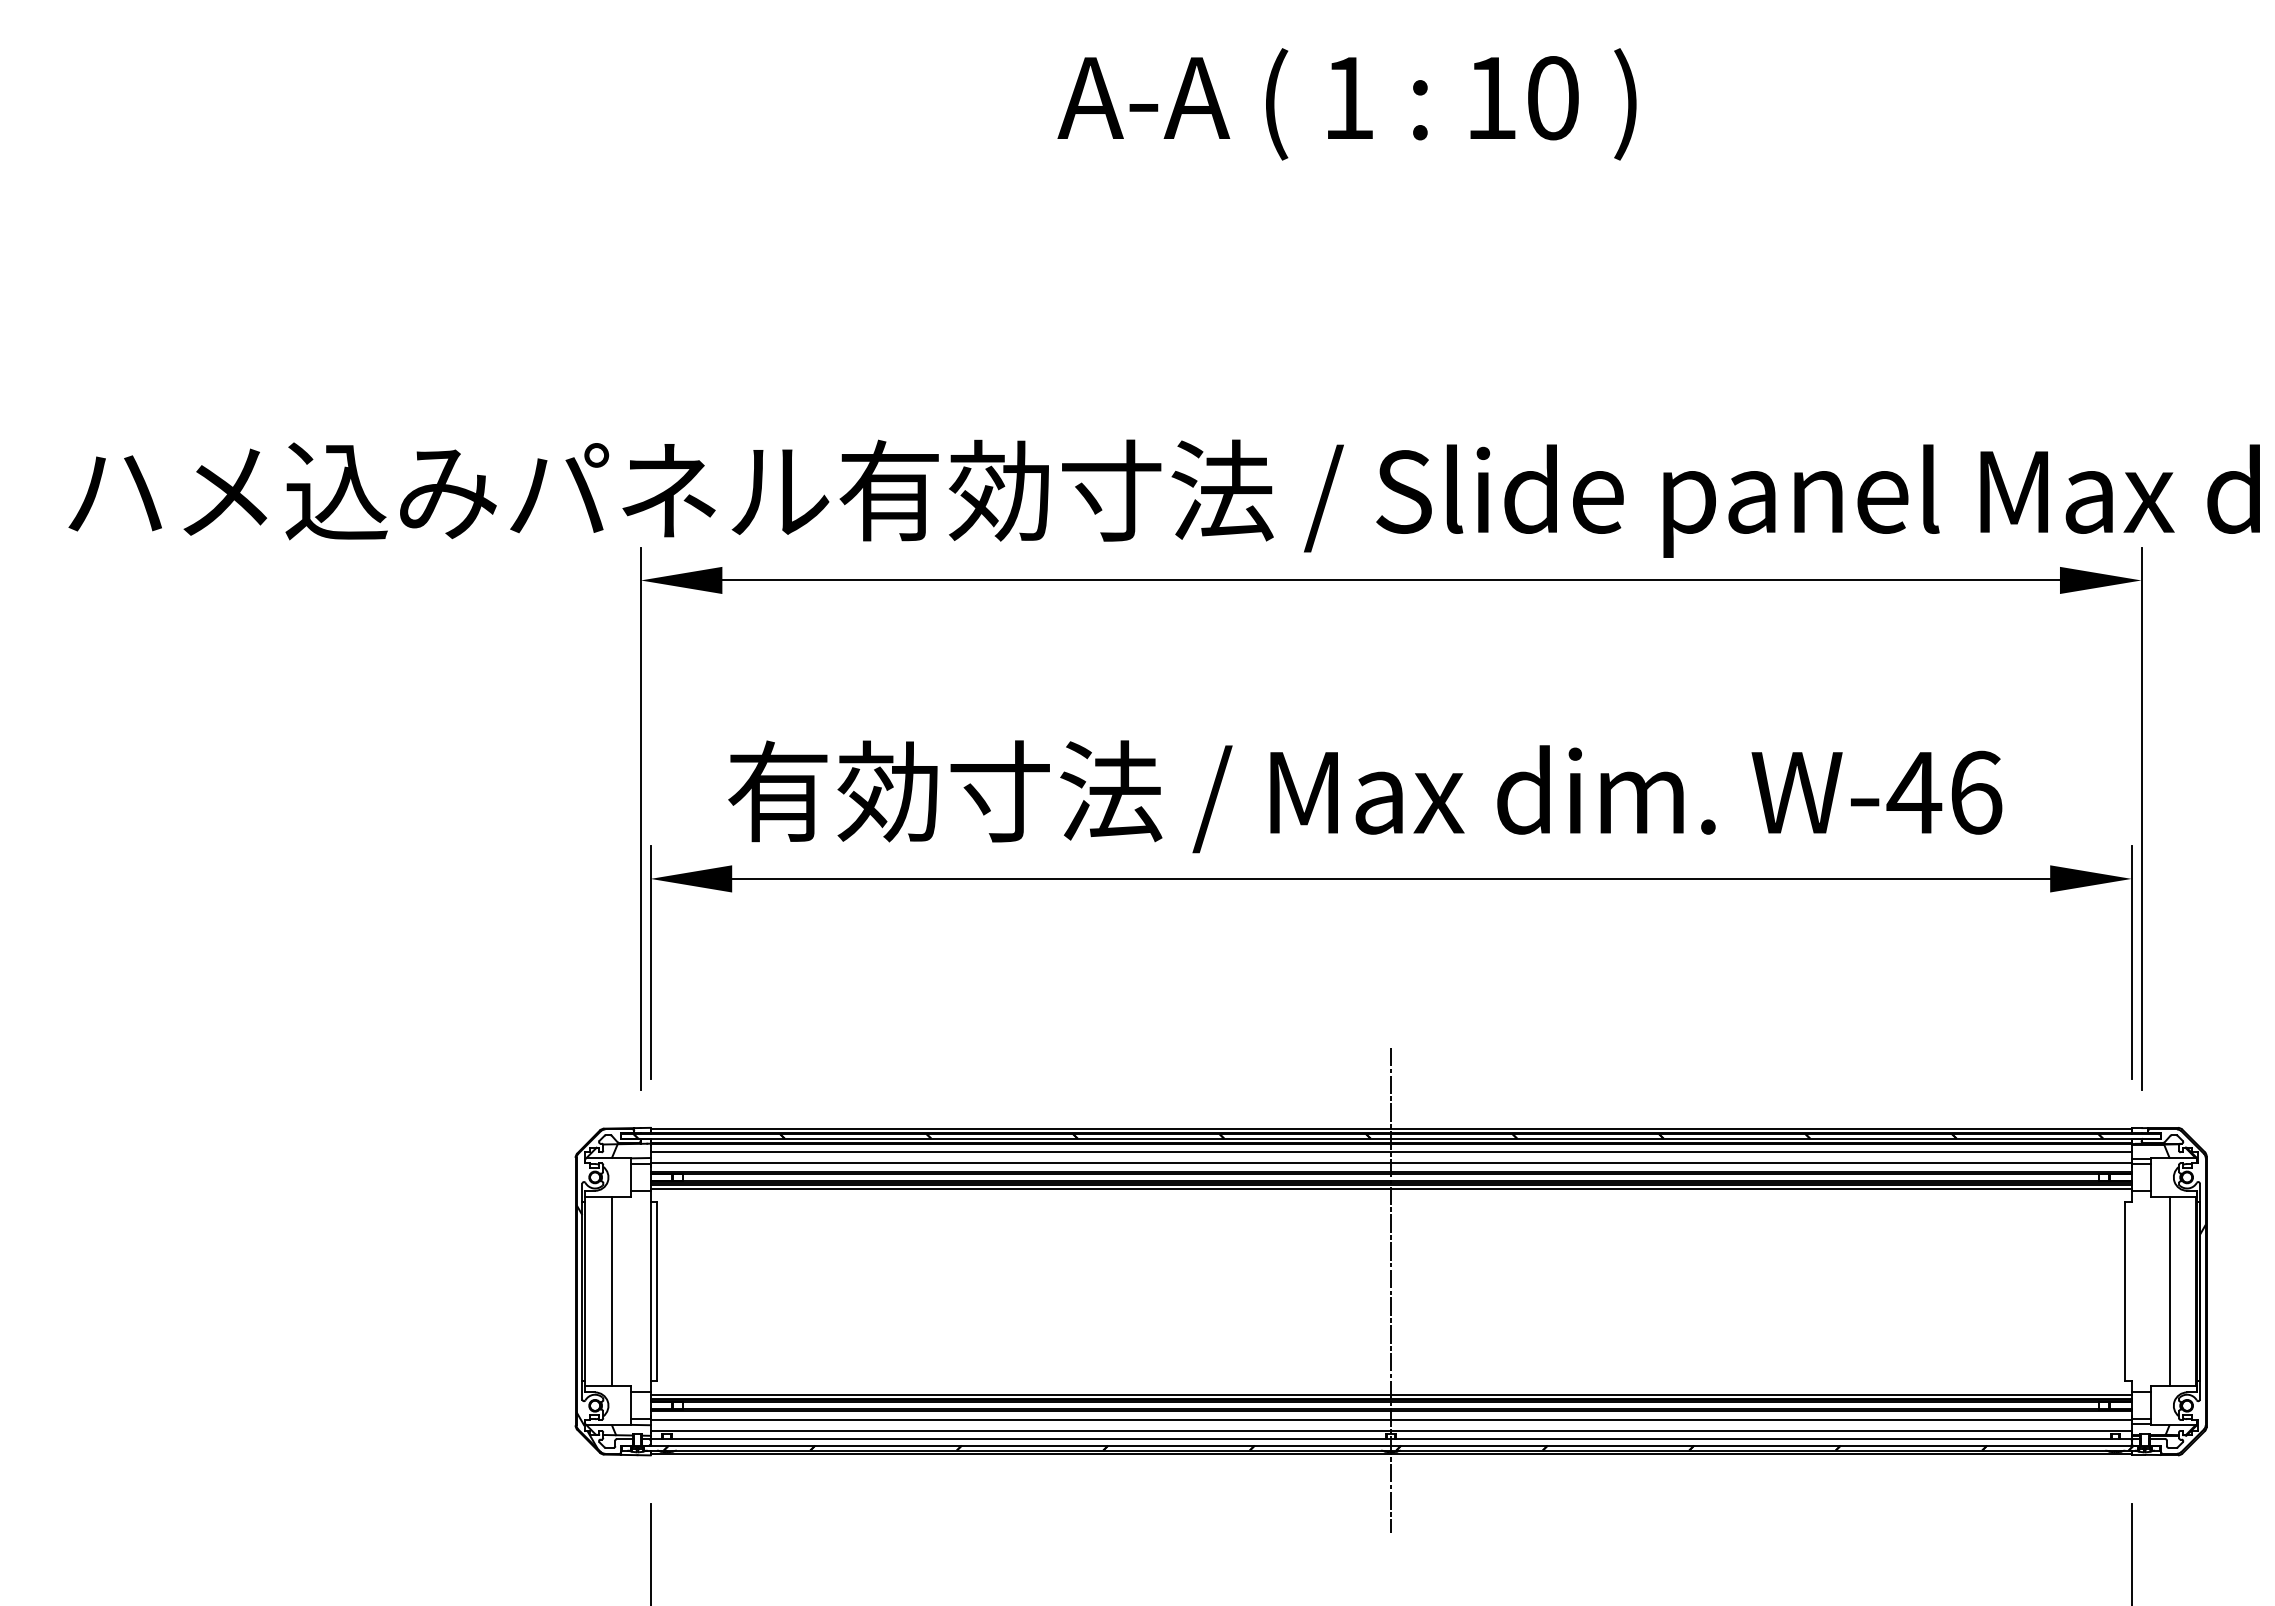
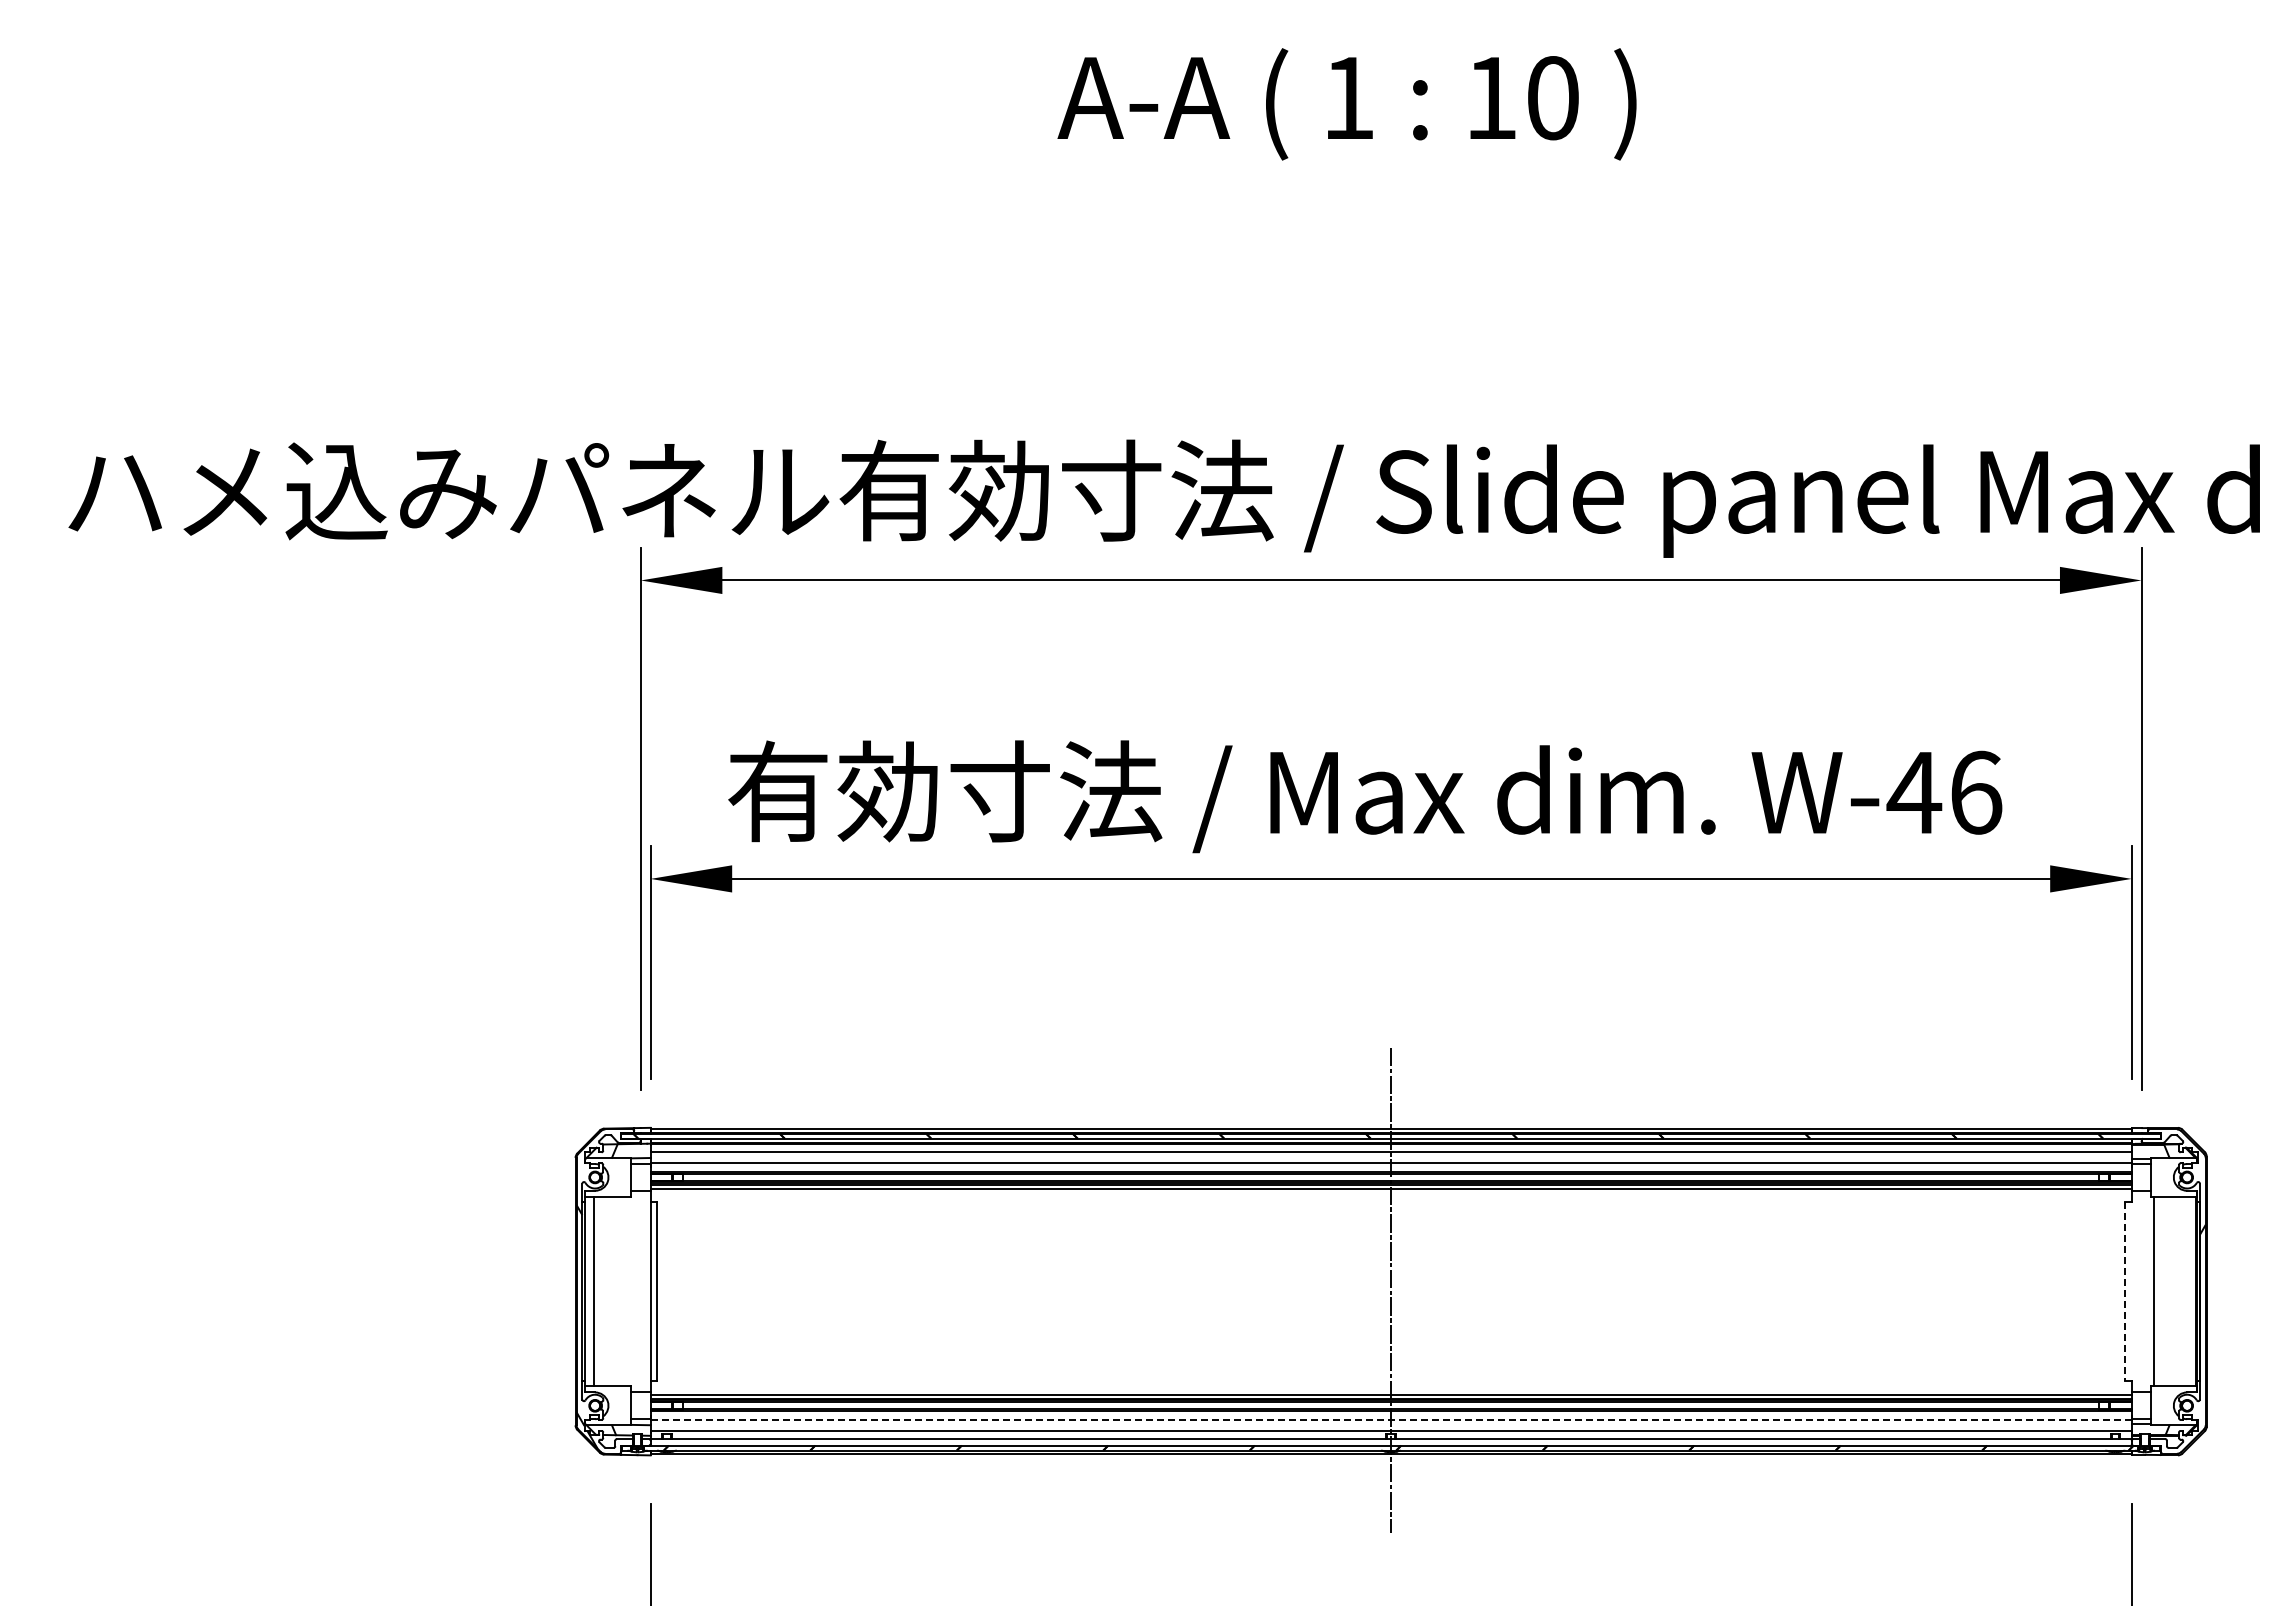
line at (611, 1291) position: (611, 1291) -> (593, 1291)
line at (2125, 1291): solid -> dashed
line at (2170, 1291) position: (2170, 1291) -> (2154, 1291)
line at (1391, 1419): solid -> dashed
